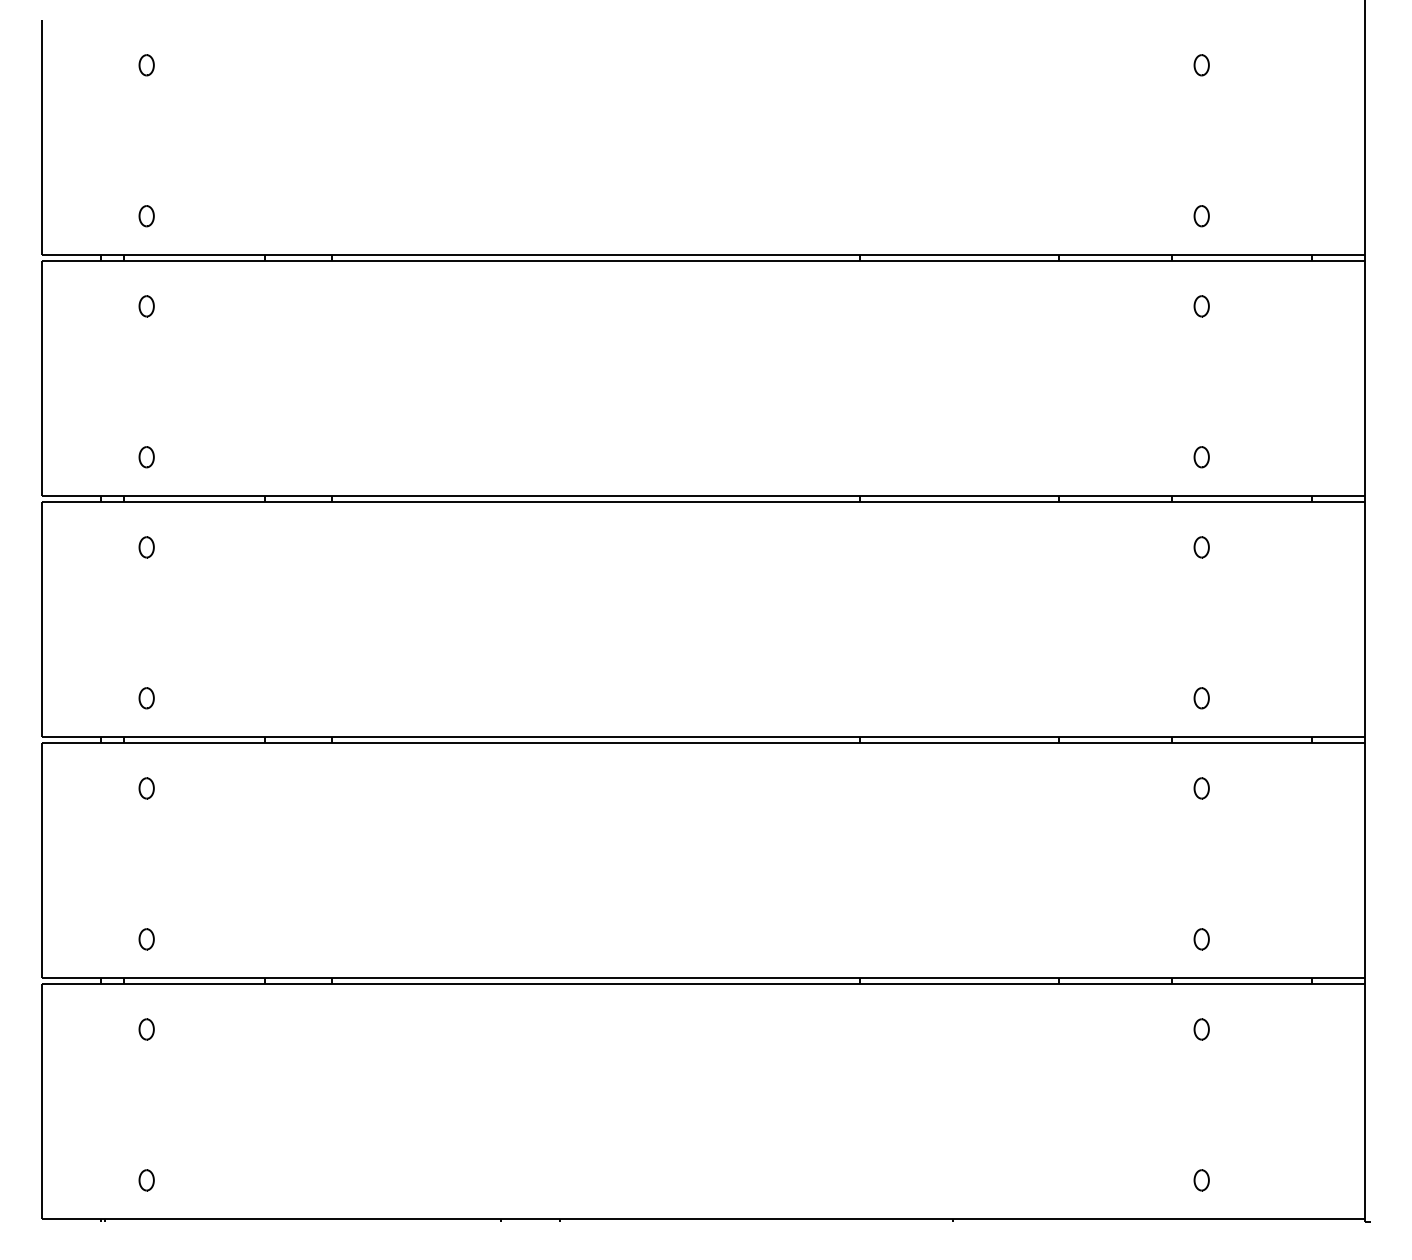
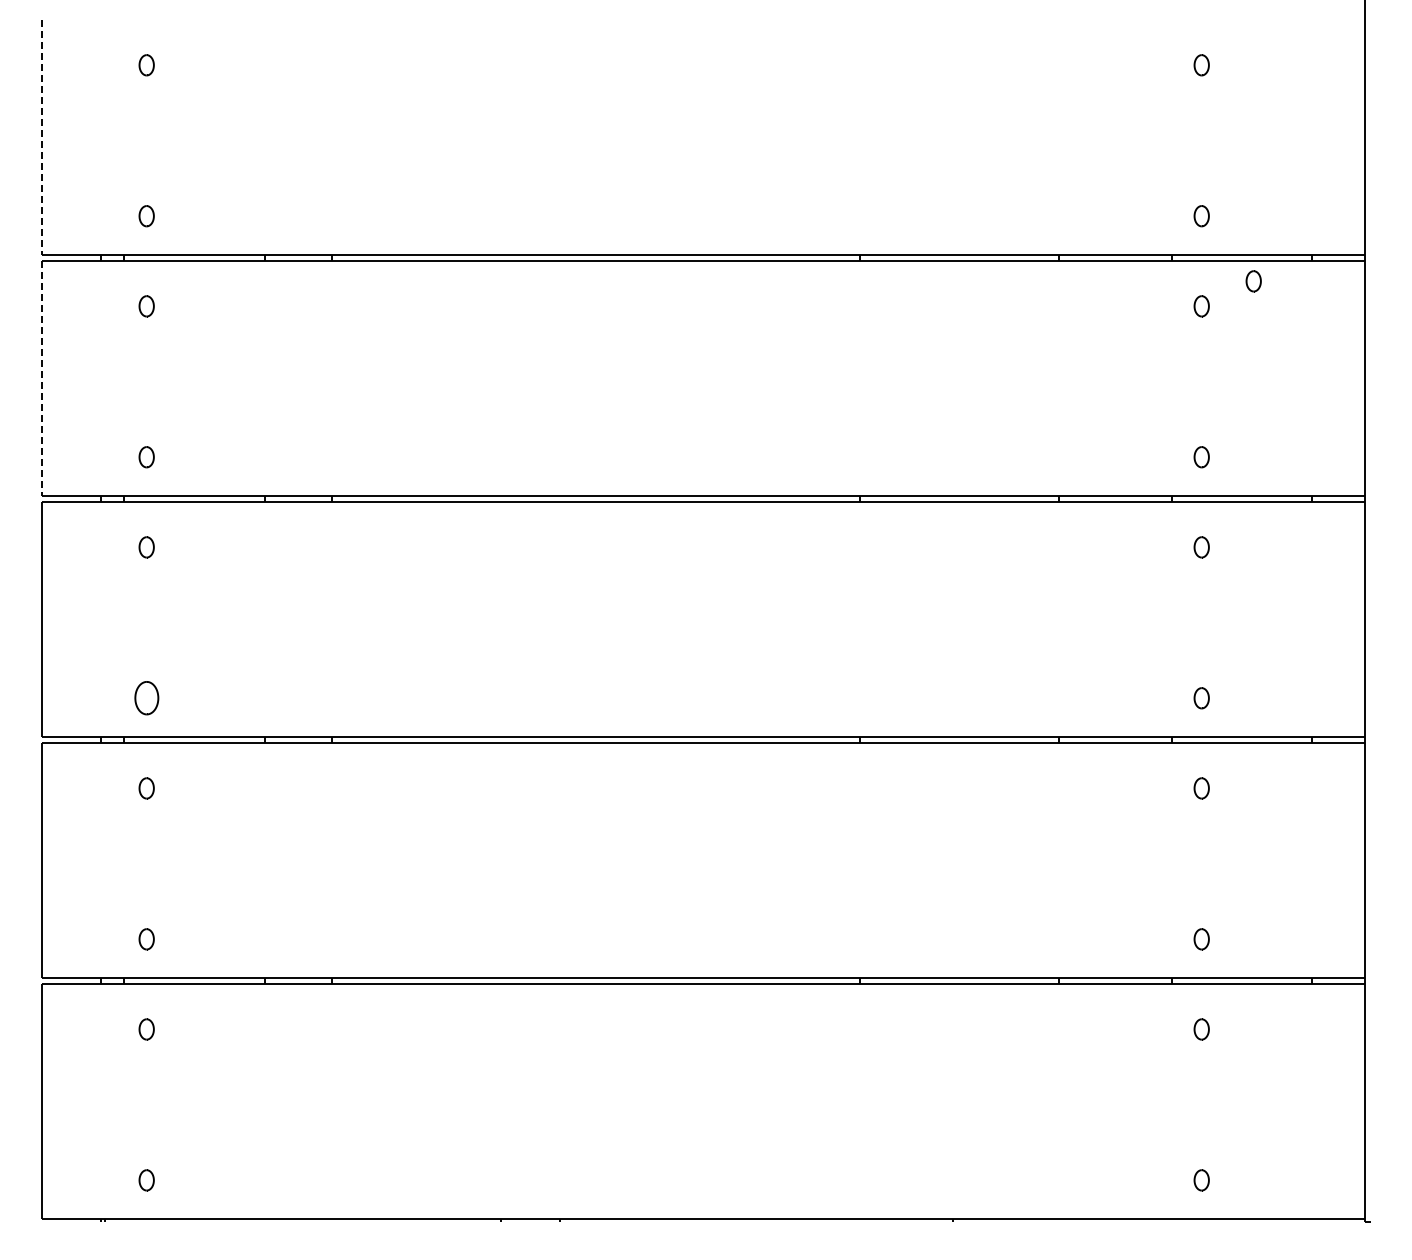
line at (42, 138): solid -> dashed
part at (1253, 281): none -> present
line at (42, 379): solid -> dashed
part at (146, 698) size: 17x23 px -> 26x35 px
